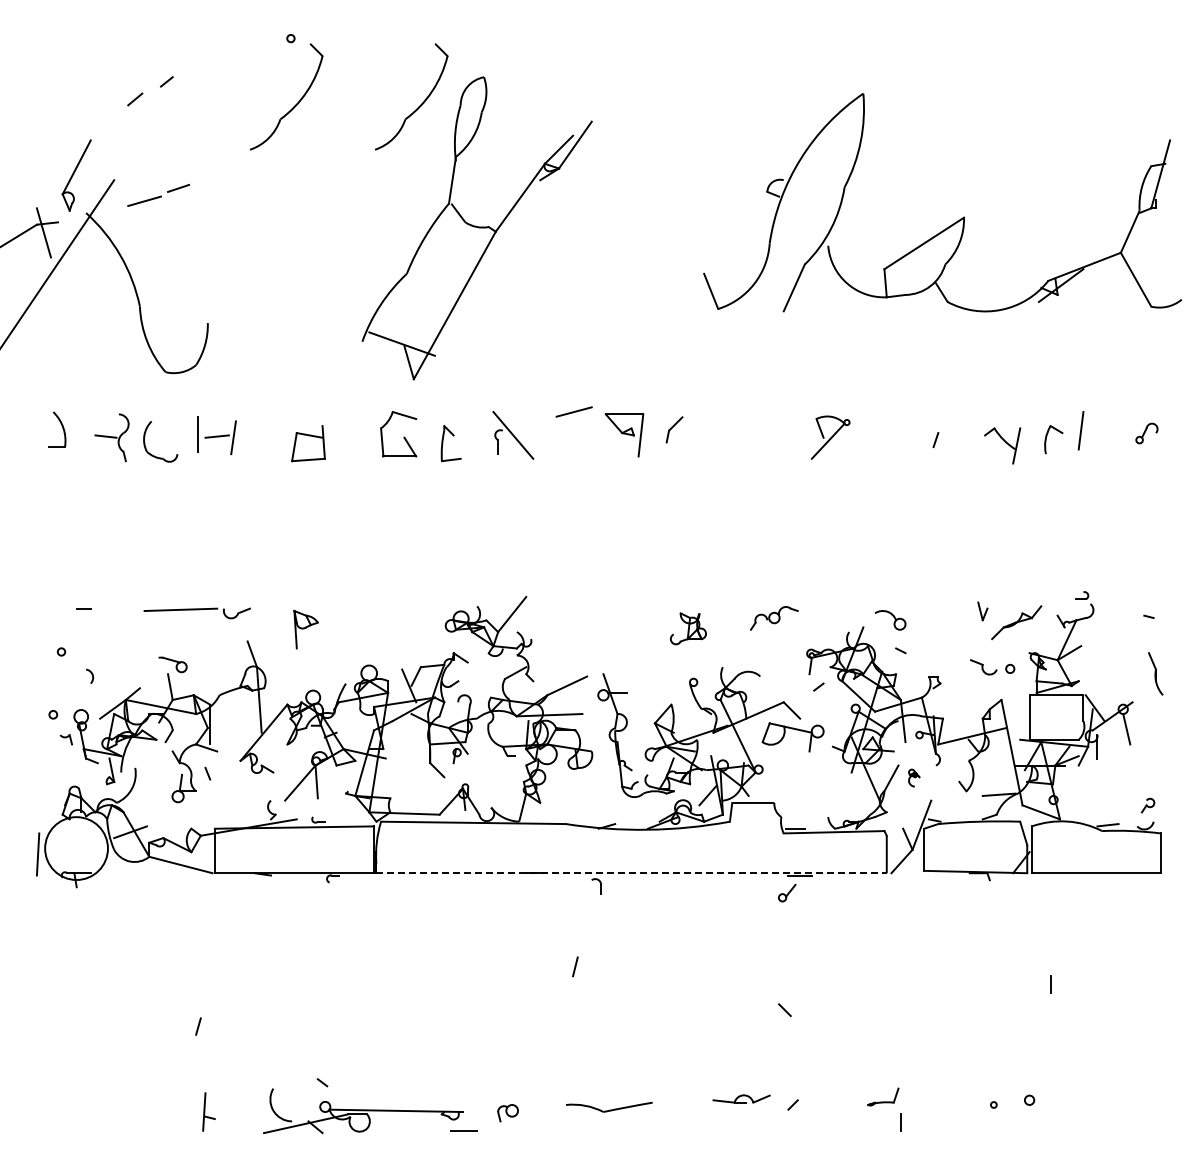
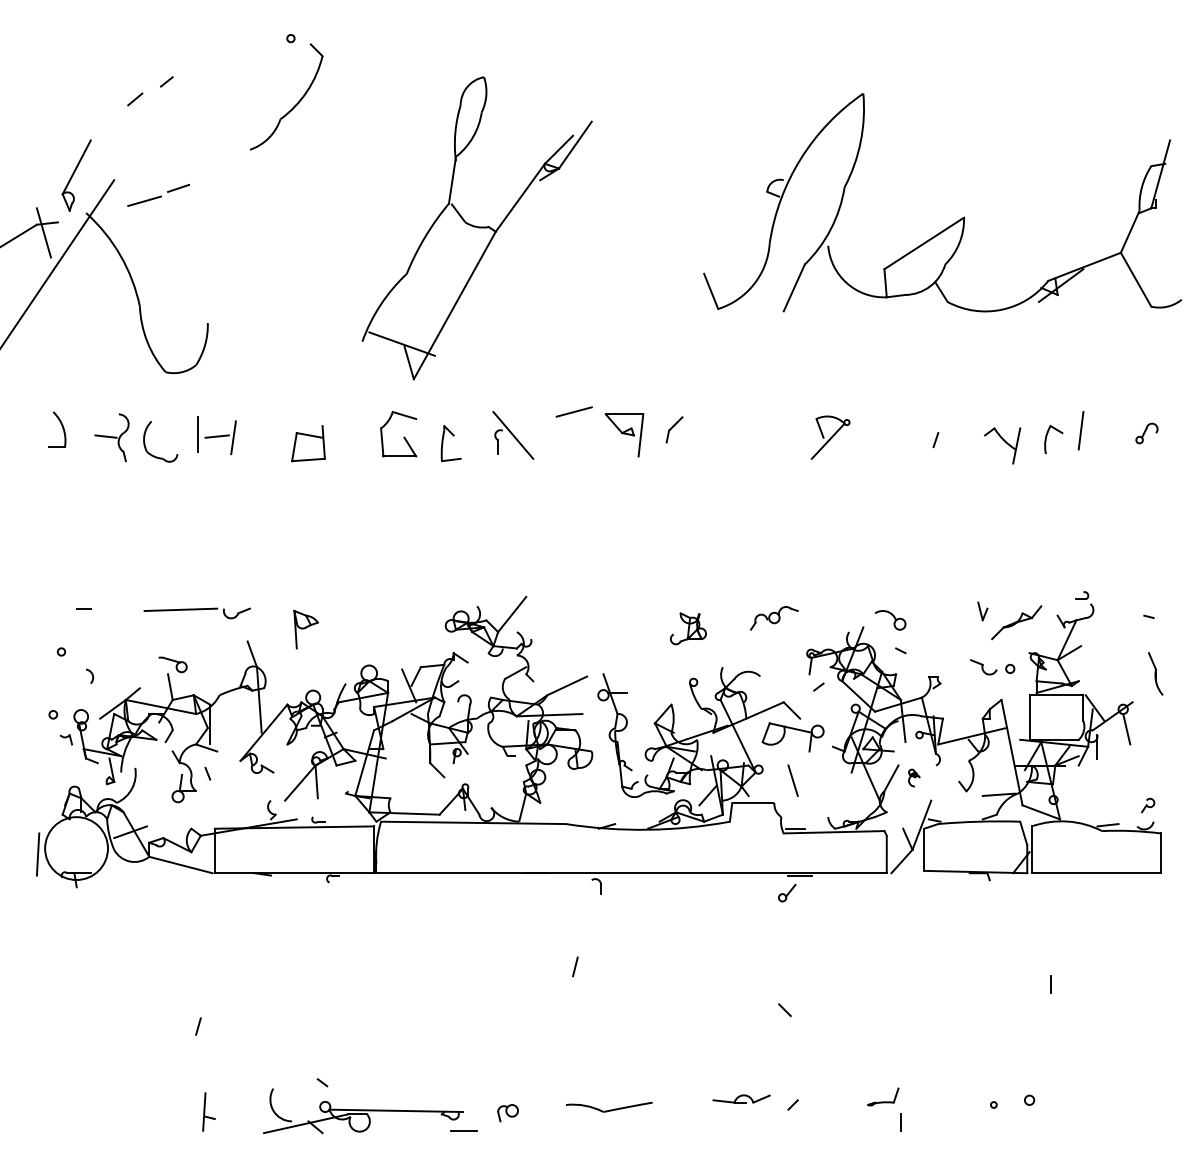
part at (420, 104): present -> none
line at (792, 780): none -> present
line at (632, 873): dashed -> solid
